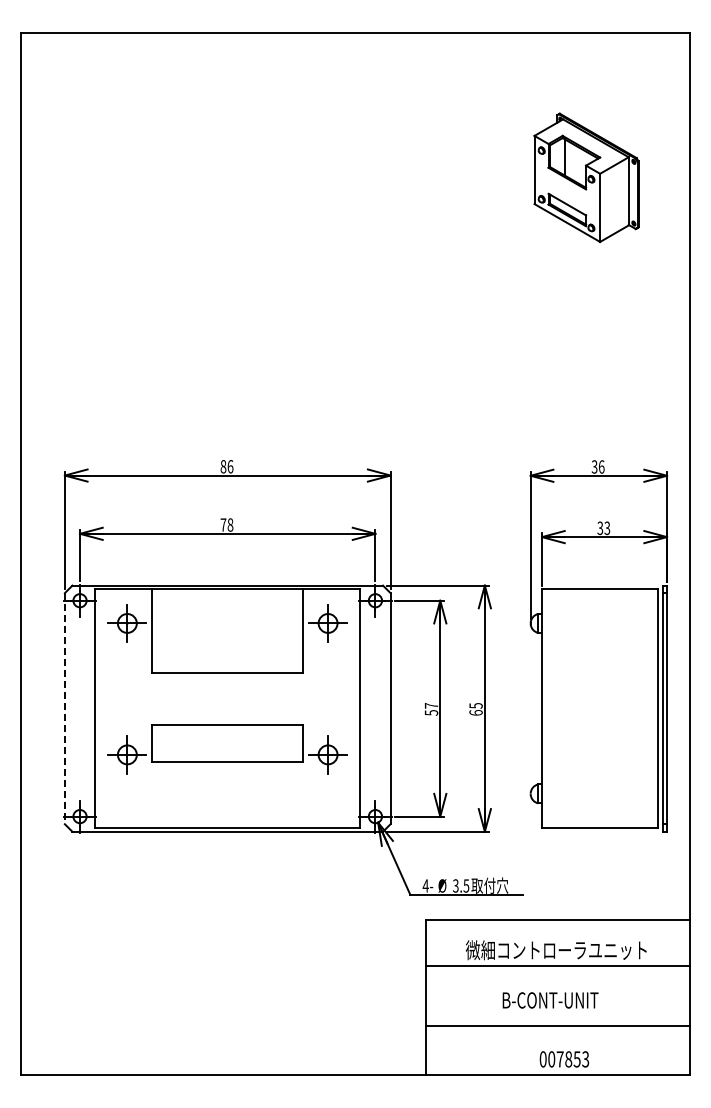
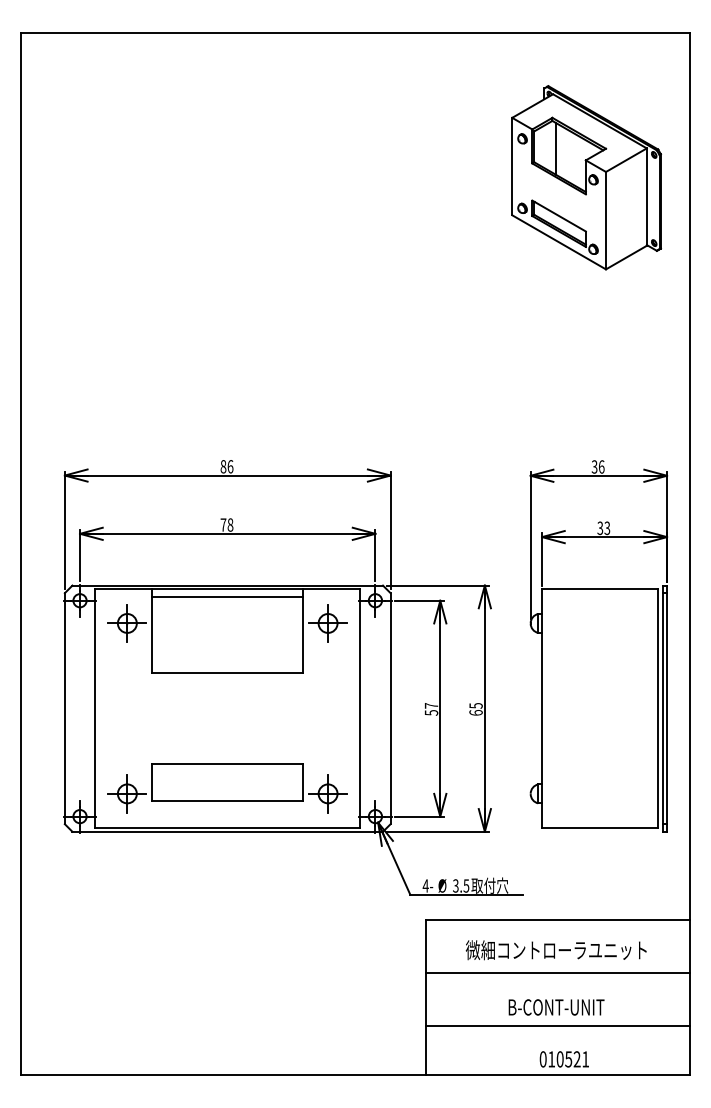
part at (586, 177) size: 107x131 px -> 151x186 px
line at (227, 596): none -> present
line at (64, 708): dashed -> solid
part at (227, 749) position: (227, 749) -> (227, 788)
line at (557, 966) position: (557, 966) -> (557, 973)
text at (550, 1000) position: (550, 1000) -> (556, 1007)
text at (568, 1059): 007853 -> 010521
